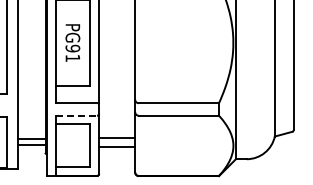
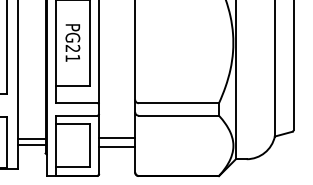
text at (72, 48): PG91 -> PG21
line at (76, 115): dashed -> solid
